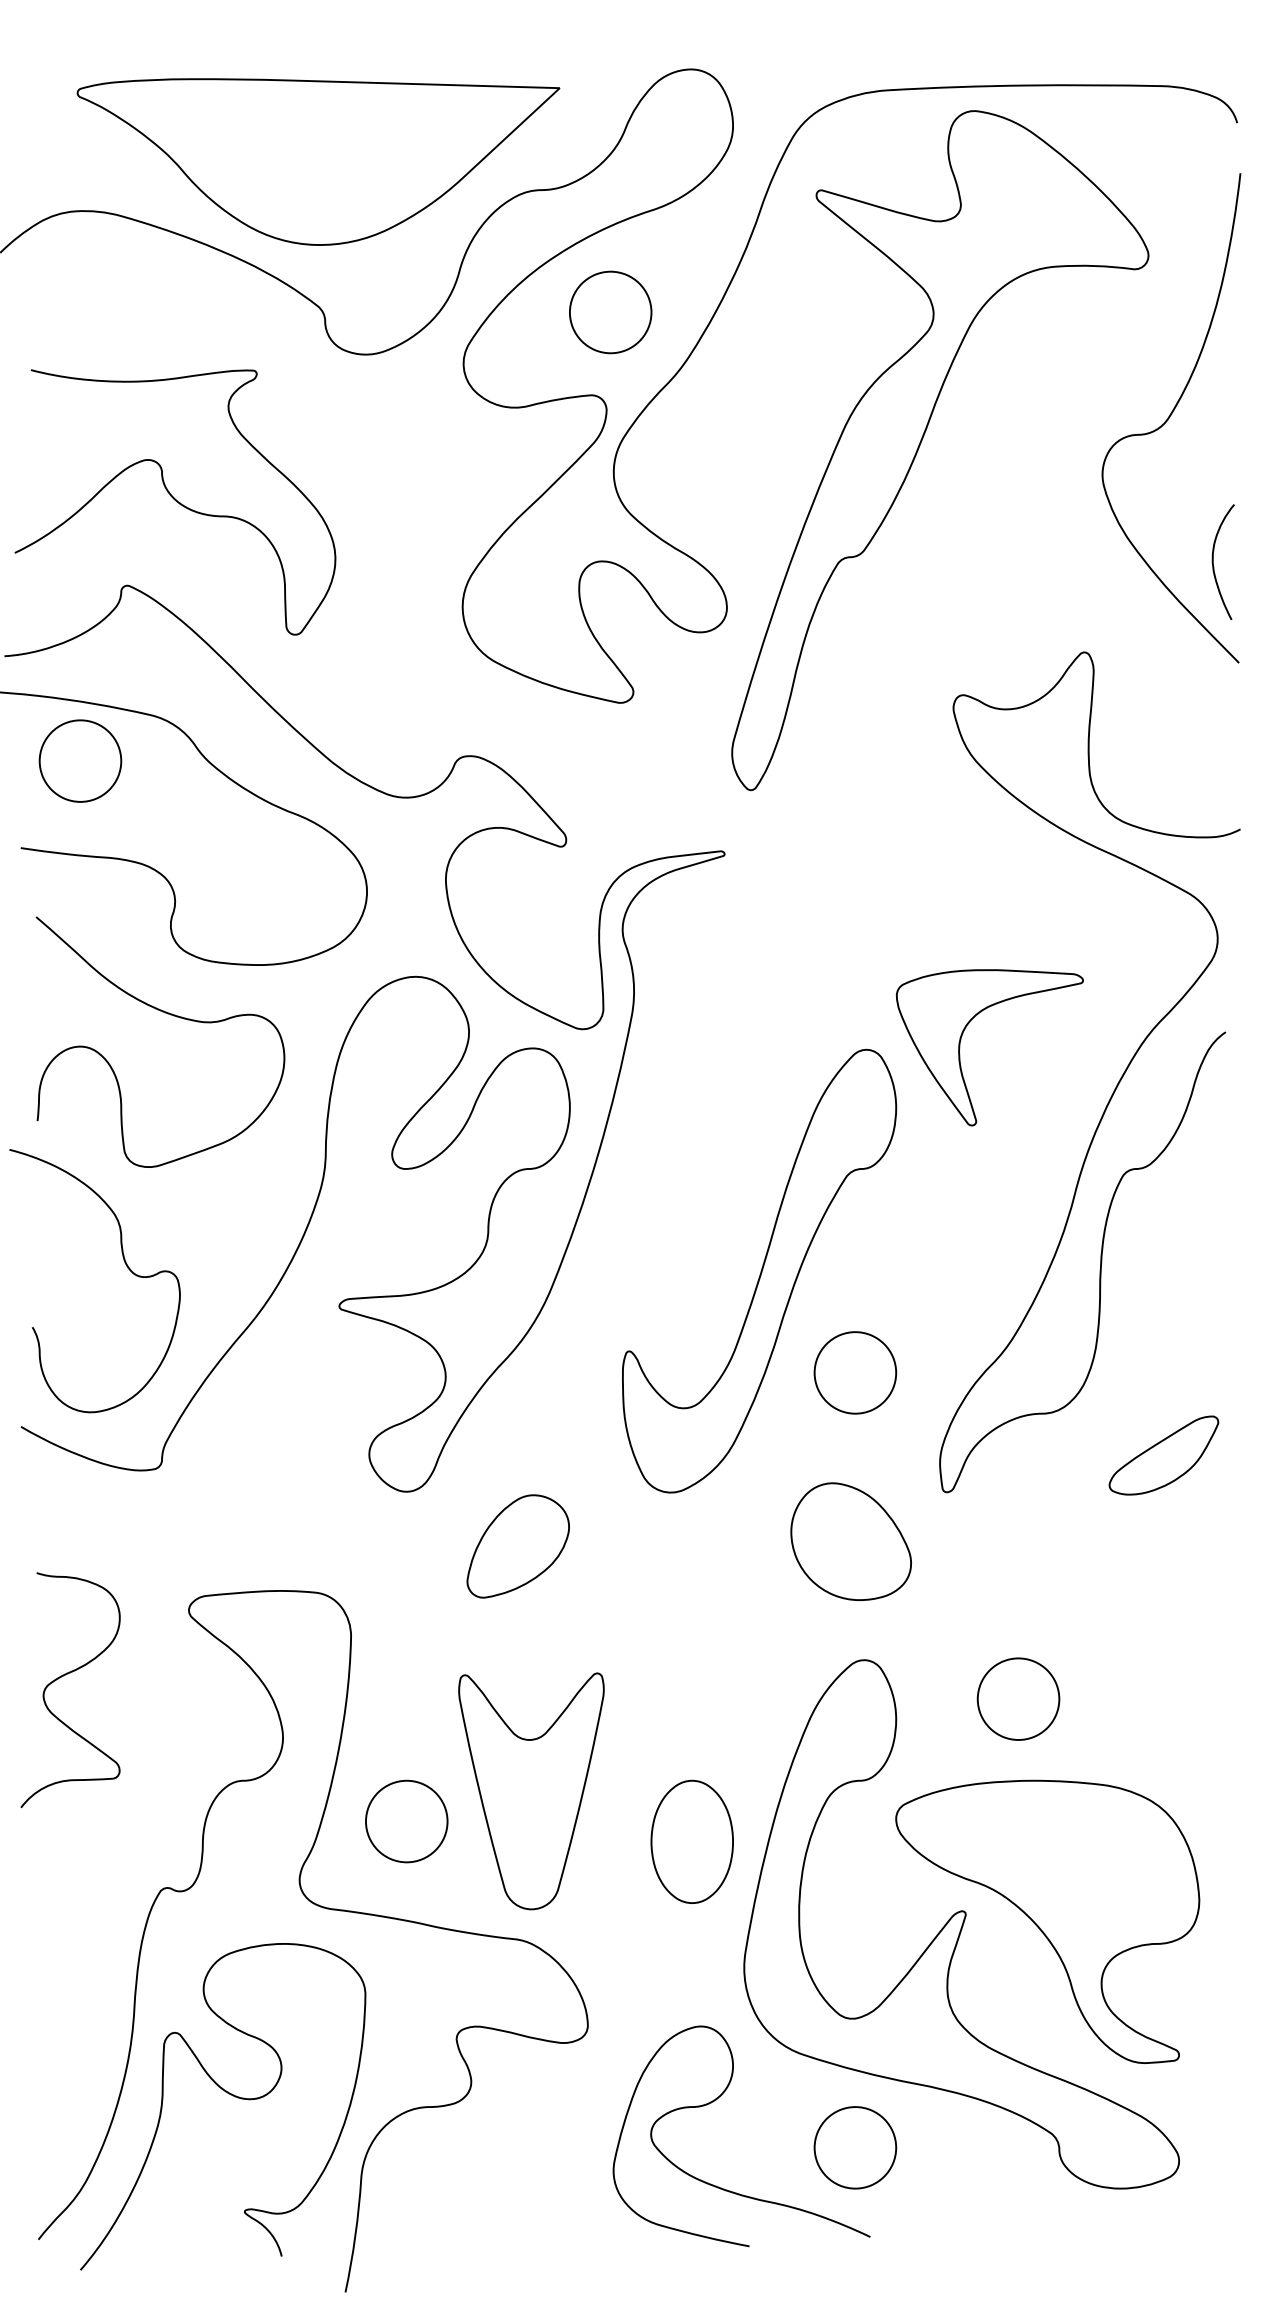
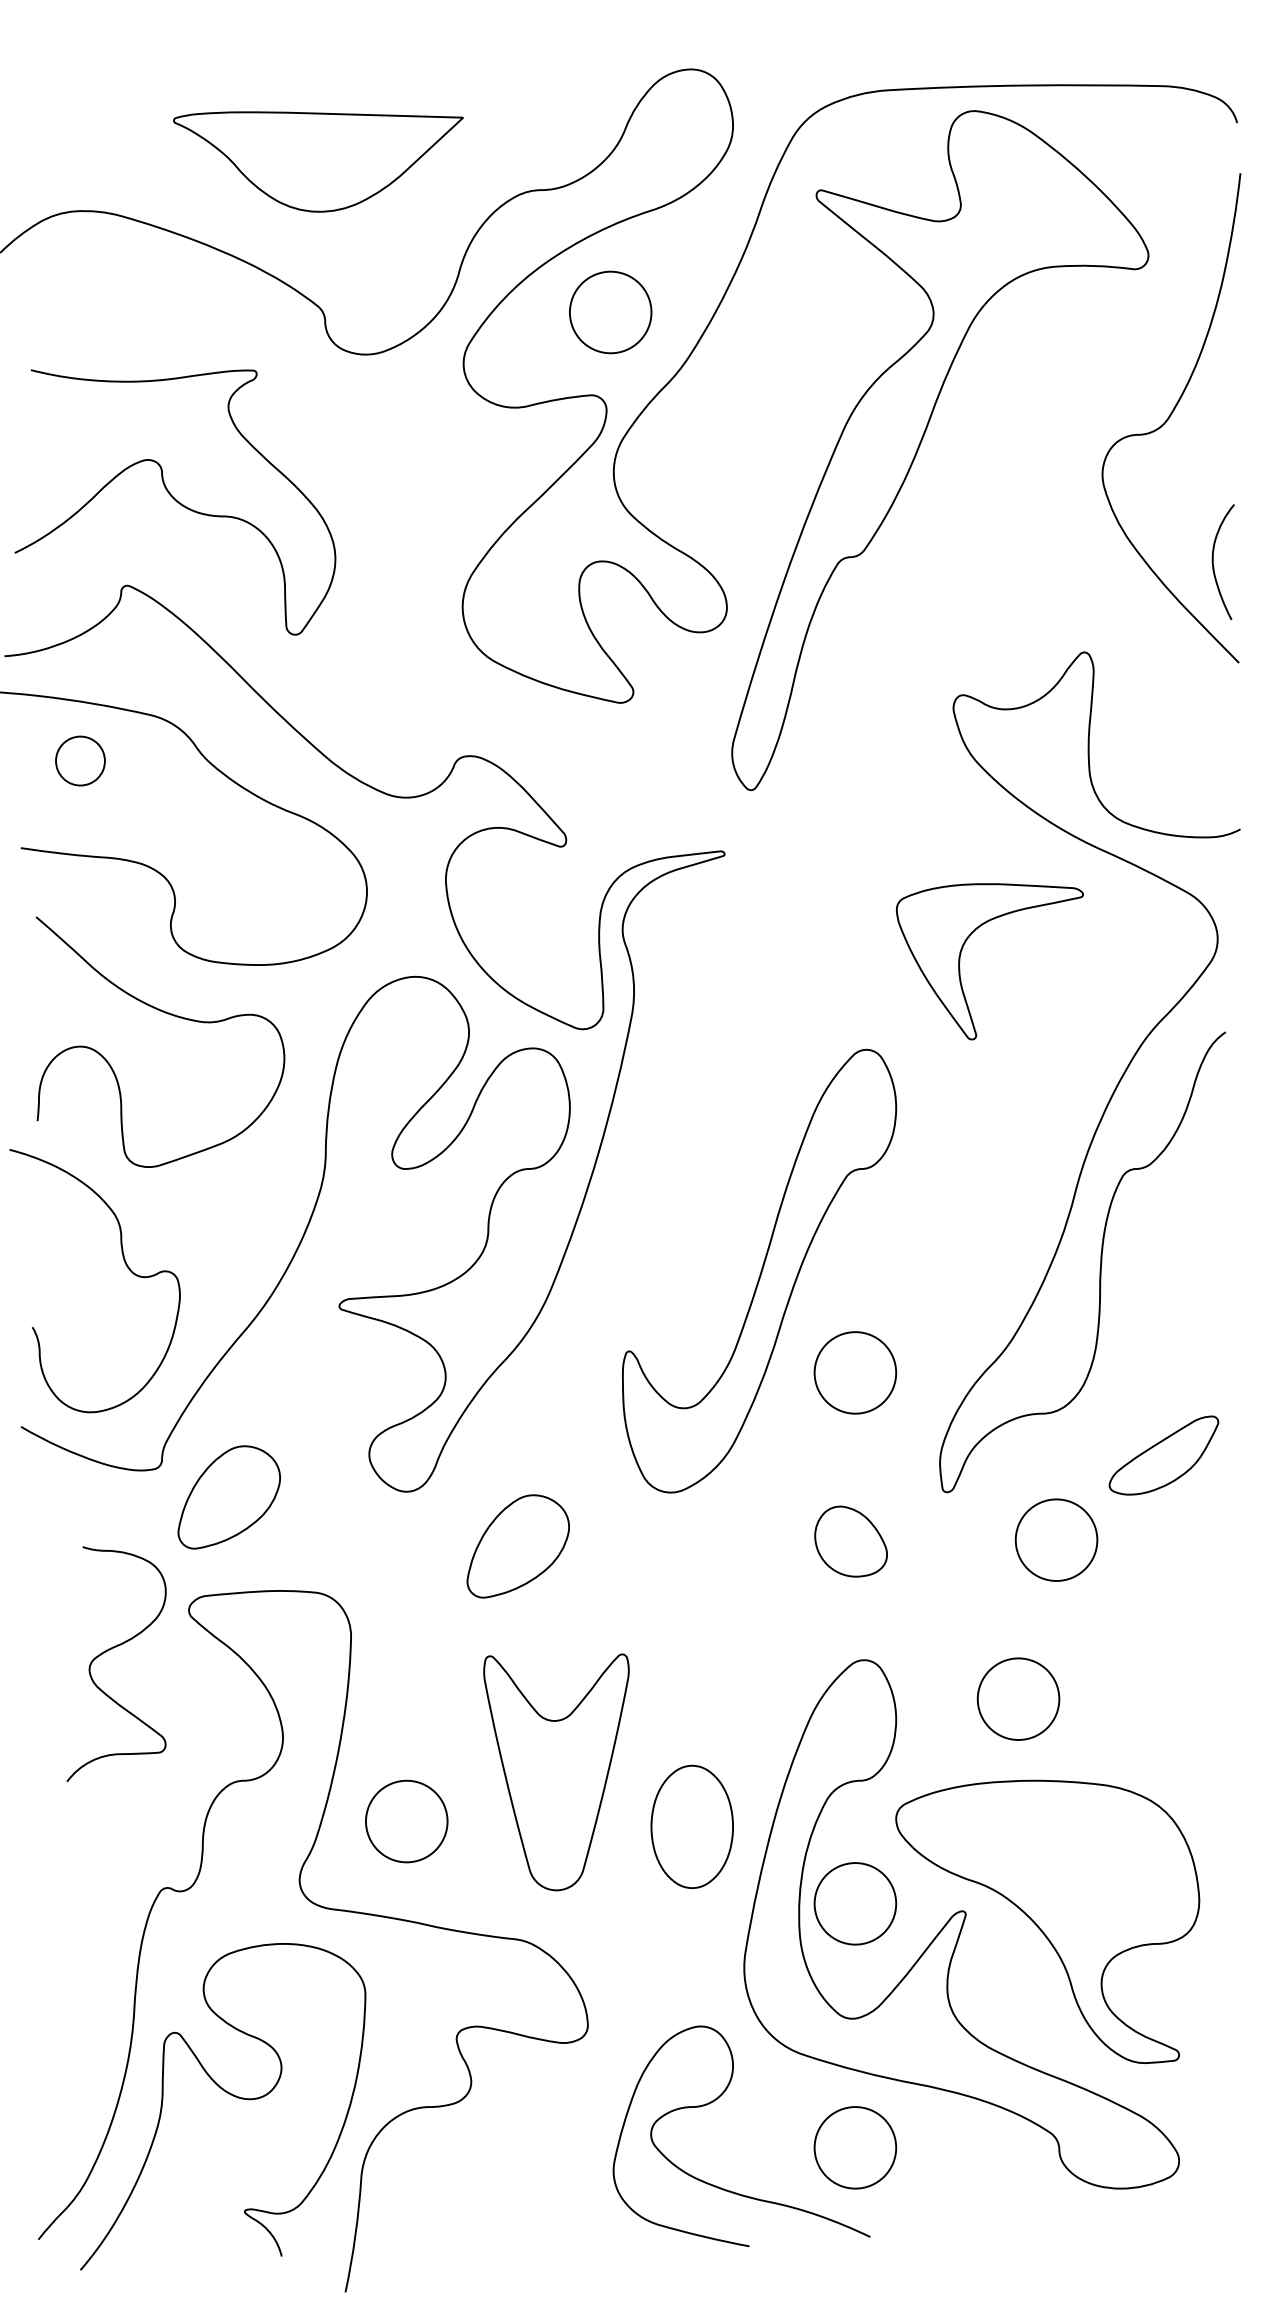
part at (318, 161) size: 485x168 px -> 291x102 px
part at (80, 760) size: 85x84 px -> 51x52 px
part at (961, 1040) position: (961, 1040) -> (961, 954)
part at (228, 1497): none -> present
part at (1056, 1539): none -> present
part at (850, 1541) size: 122x119 px -> 74x73 px
curve at (60, 1678) position: (60, 1678) -> (106, 1652)
part at (531, 1791) position: (531, 1791) -> (556, 1772)
part at (691, 1841) position: (691, 1841) -> (691, 1826)
part at (855, 1903): none -> present
